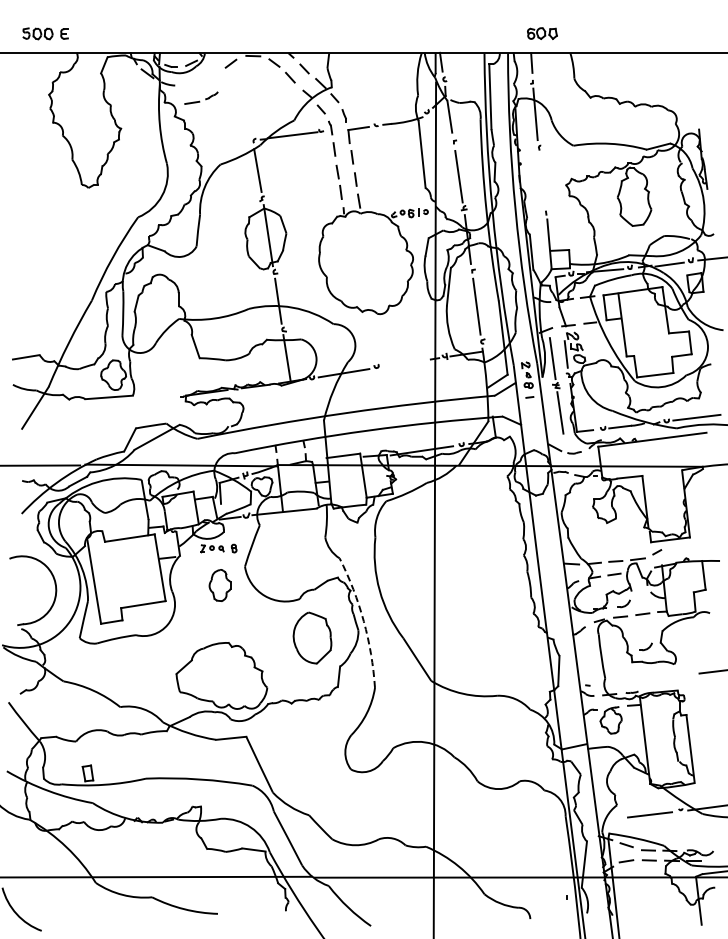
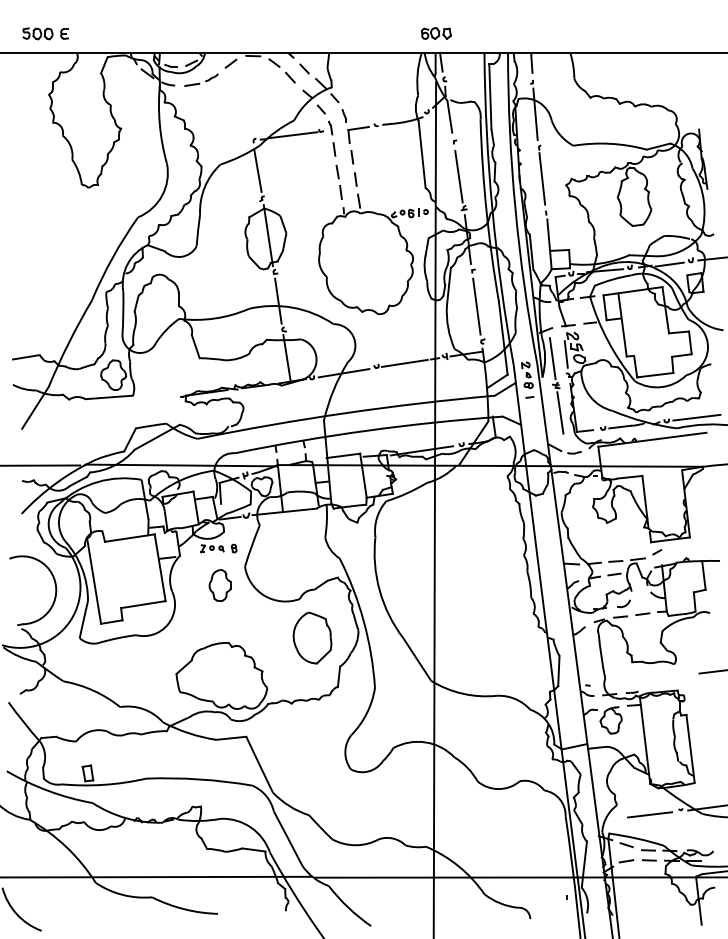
part at (542, 33) position: (542, 33) -> (436, 33)
part at (201, 97) position: (201, 97) -> (201, 79)
line at (542, 178): none -> present
line at (404, 362): none -> present
arc at (363, 621): dashed -> solid
part at (645, 646): present -> none
